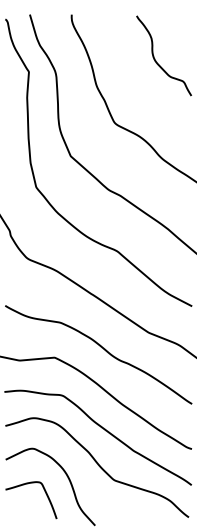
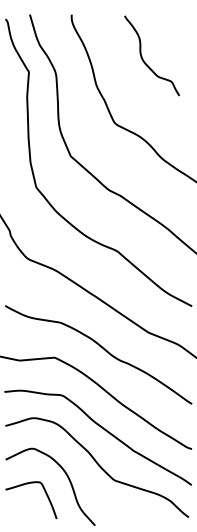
curve at (155, 58) position: (155, 58) -> (143, 58)
